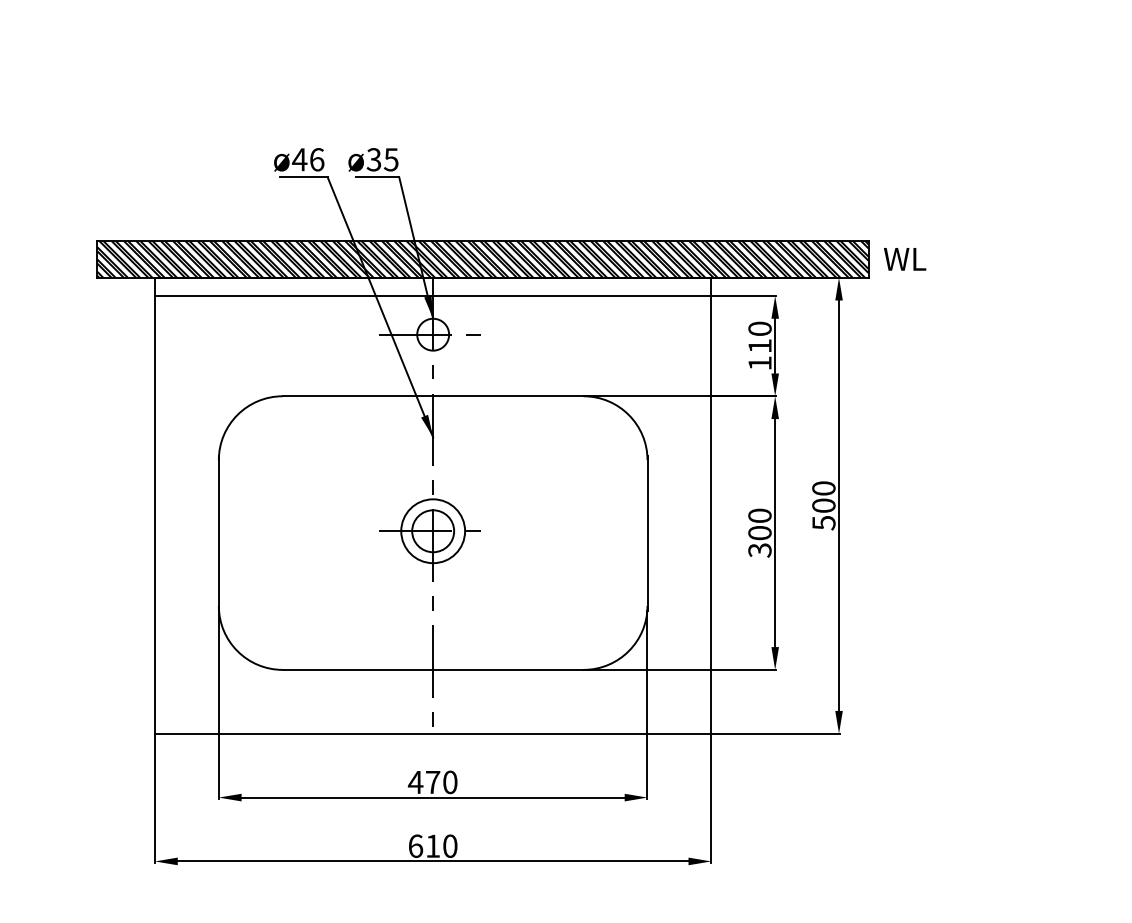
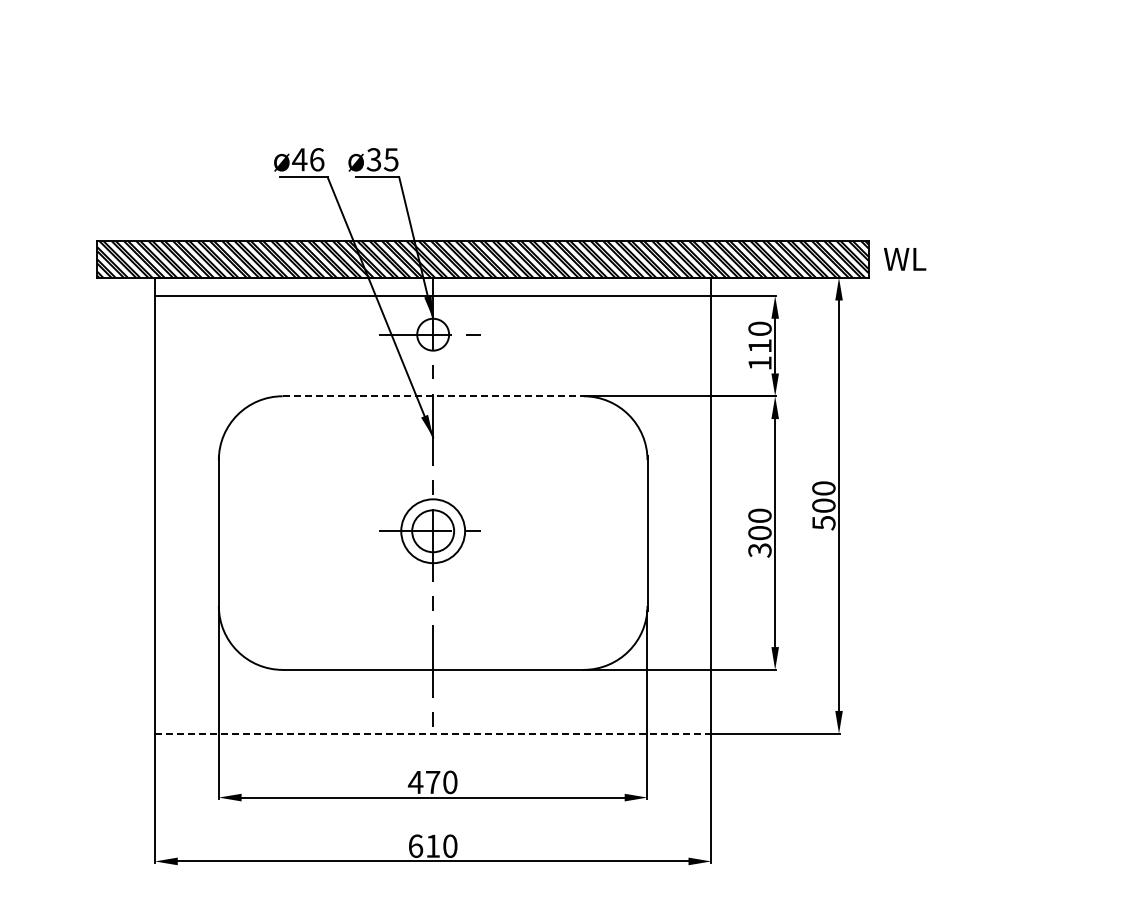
line at (433, 396): solid -> dashed
line at (433, 733): solid -> dashed
